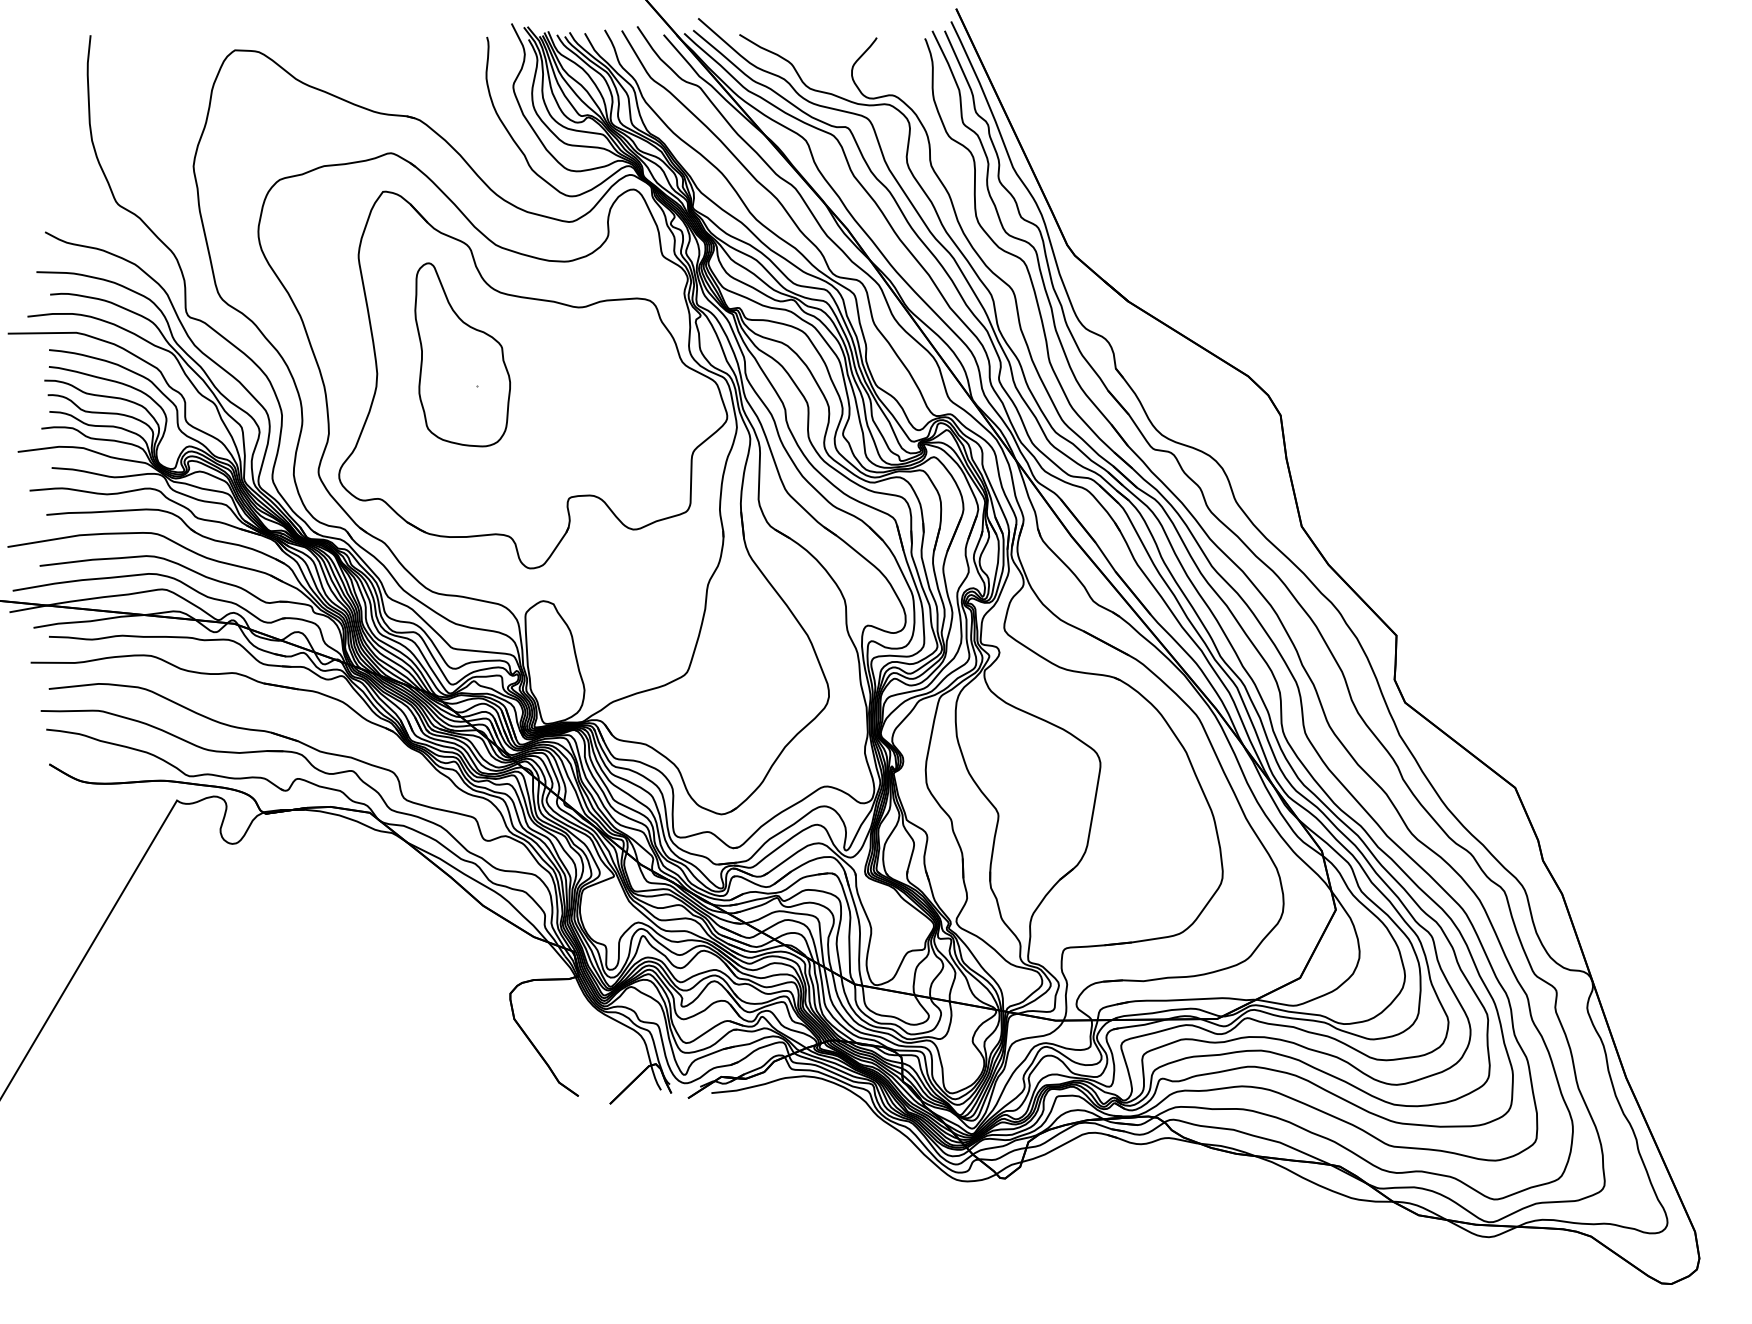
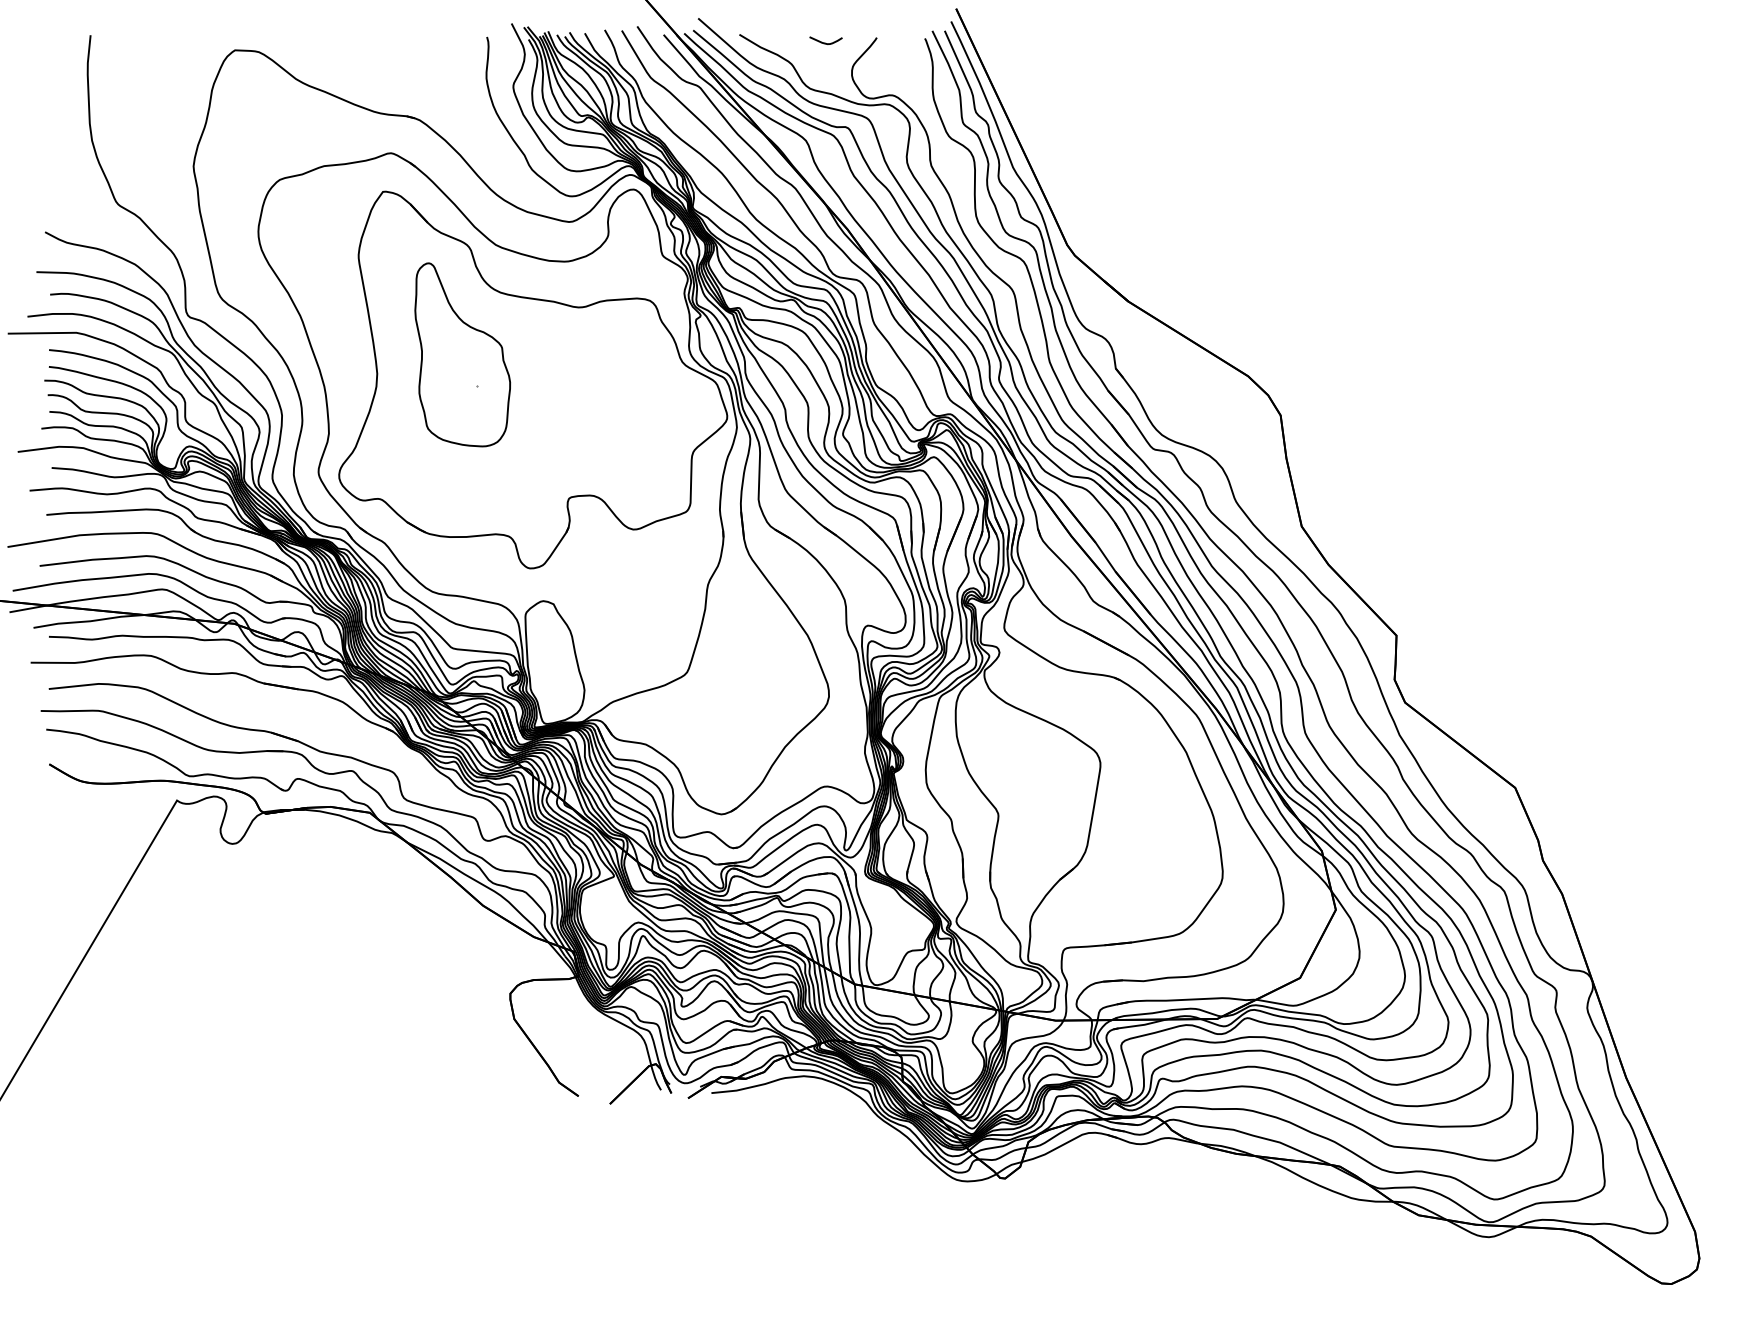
curve at (825, 42): none -> present
